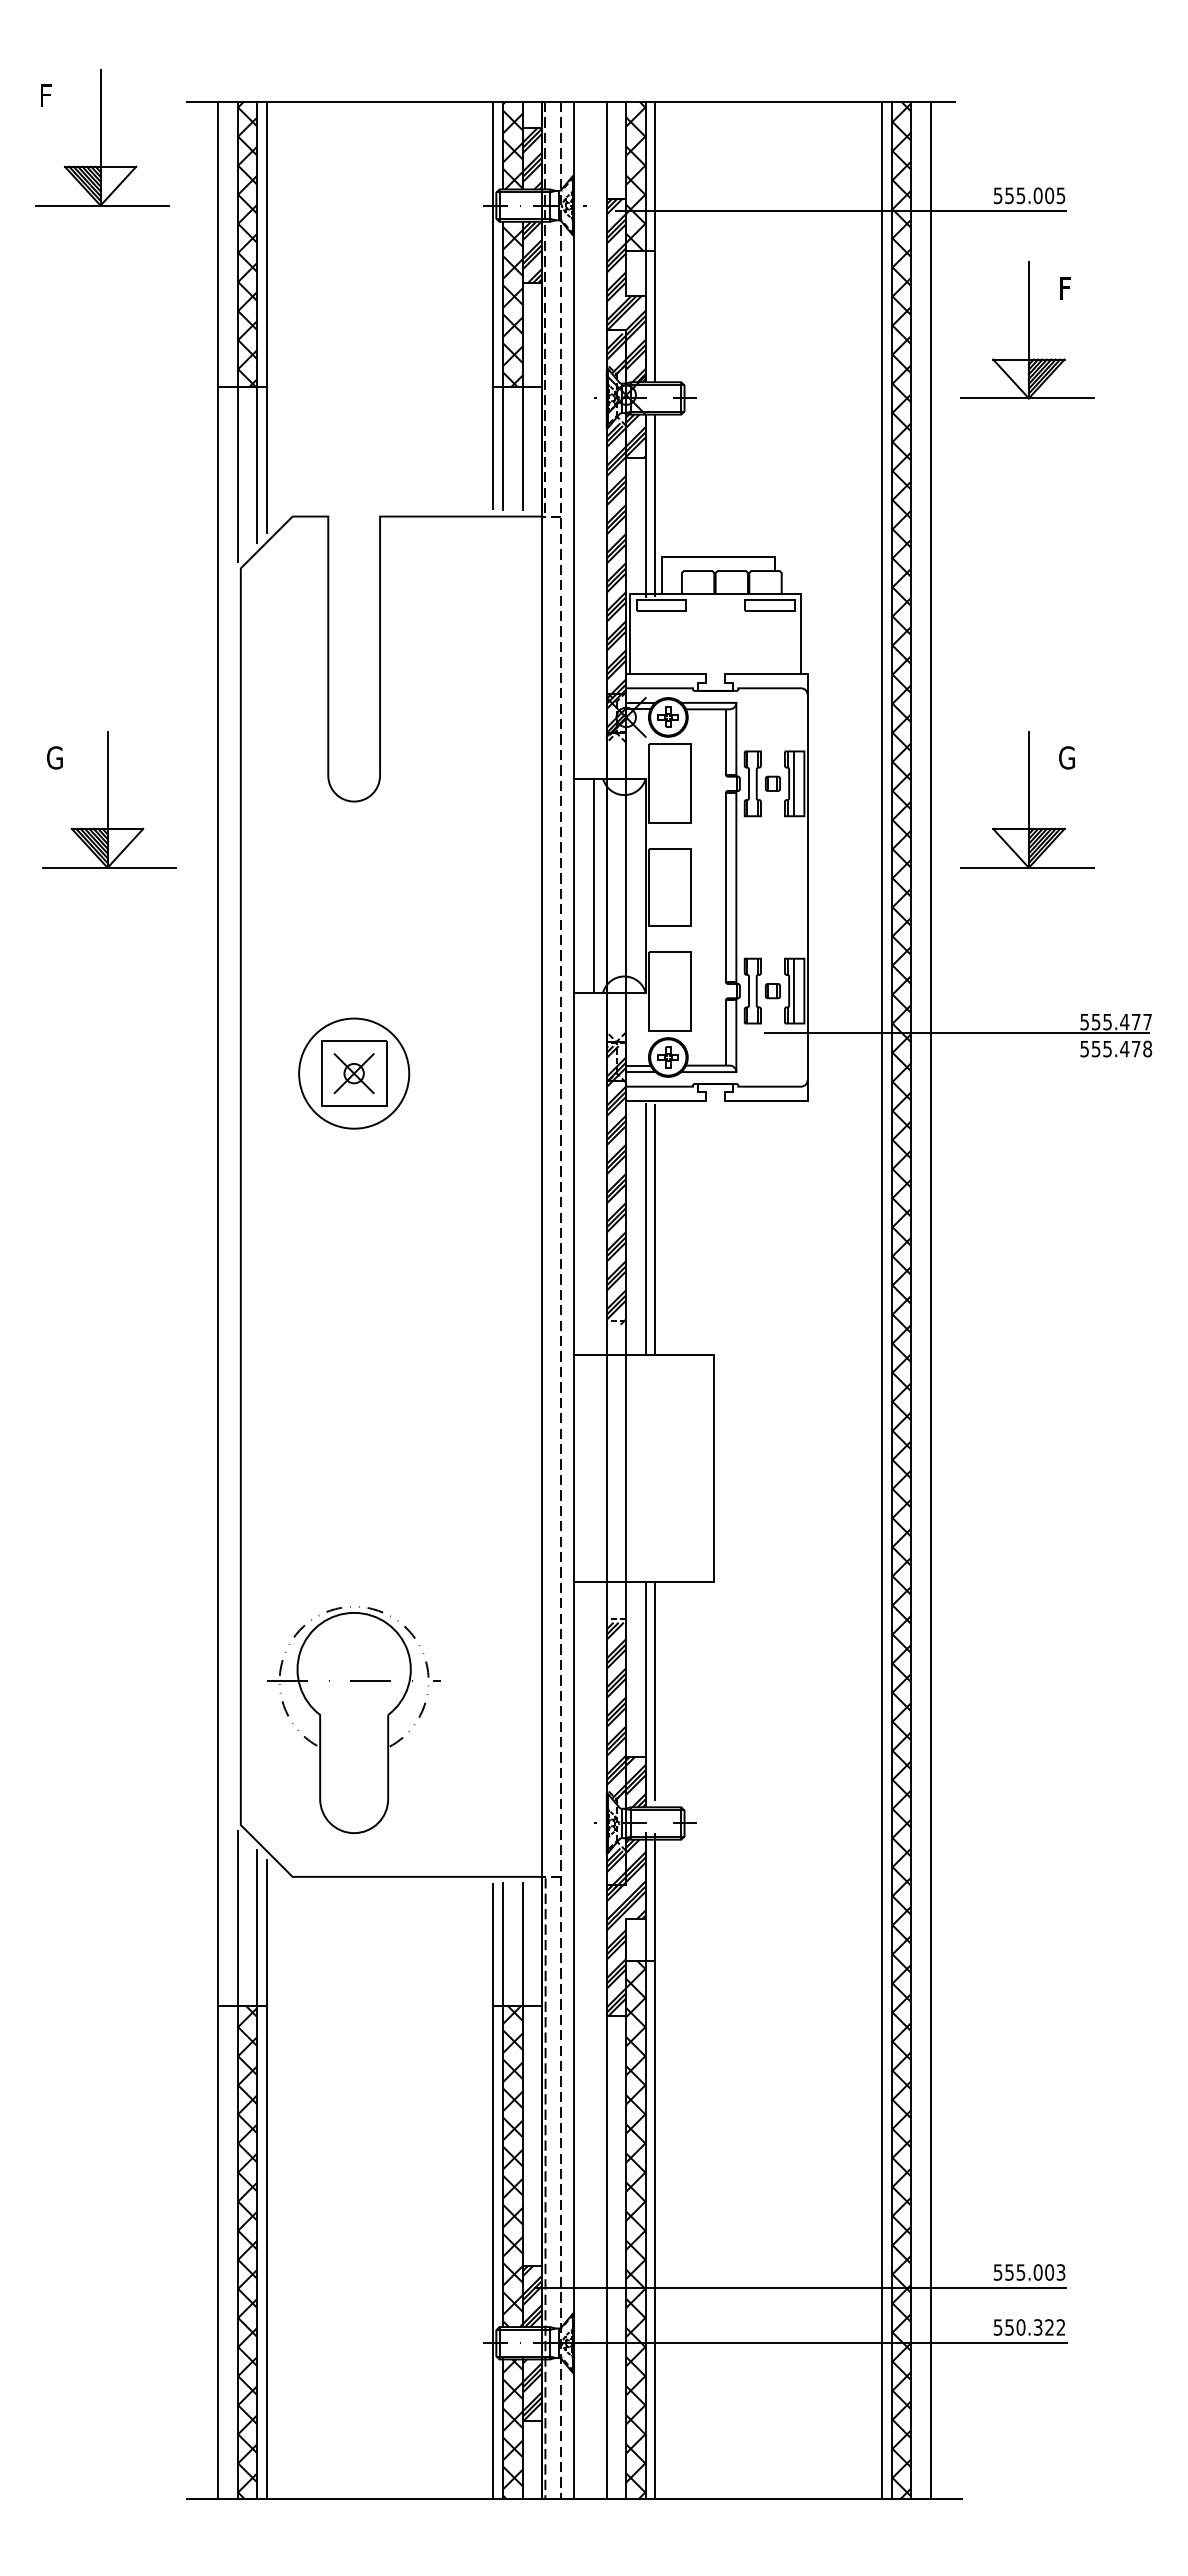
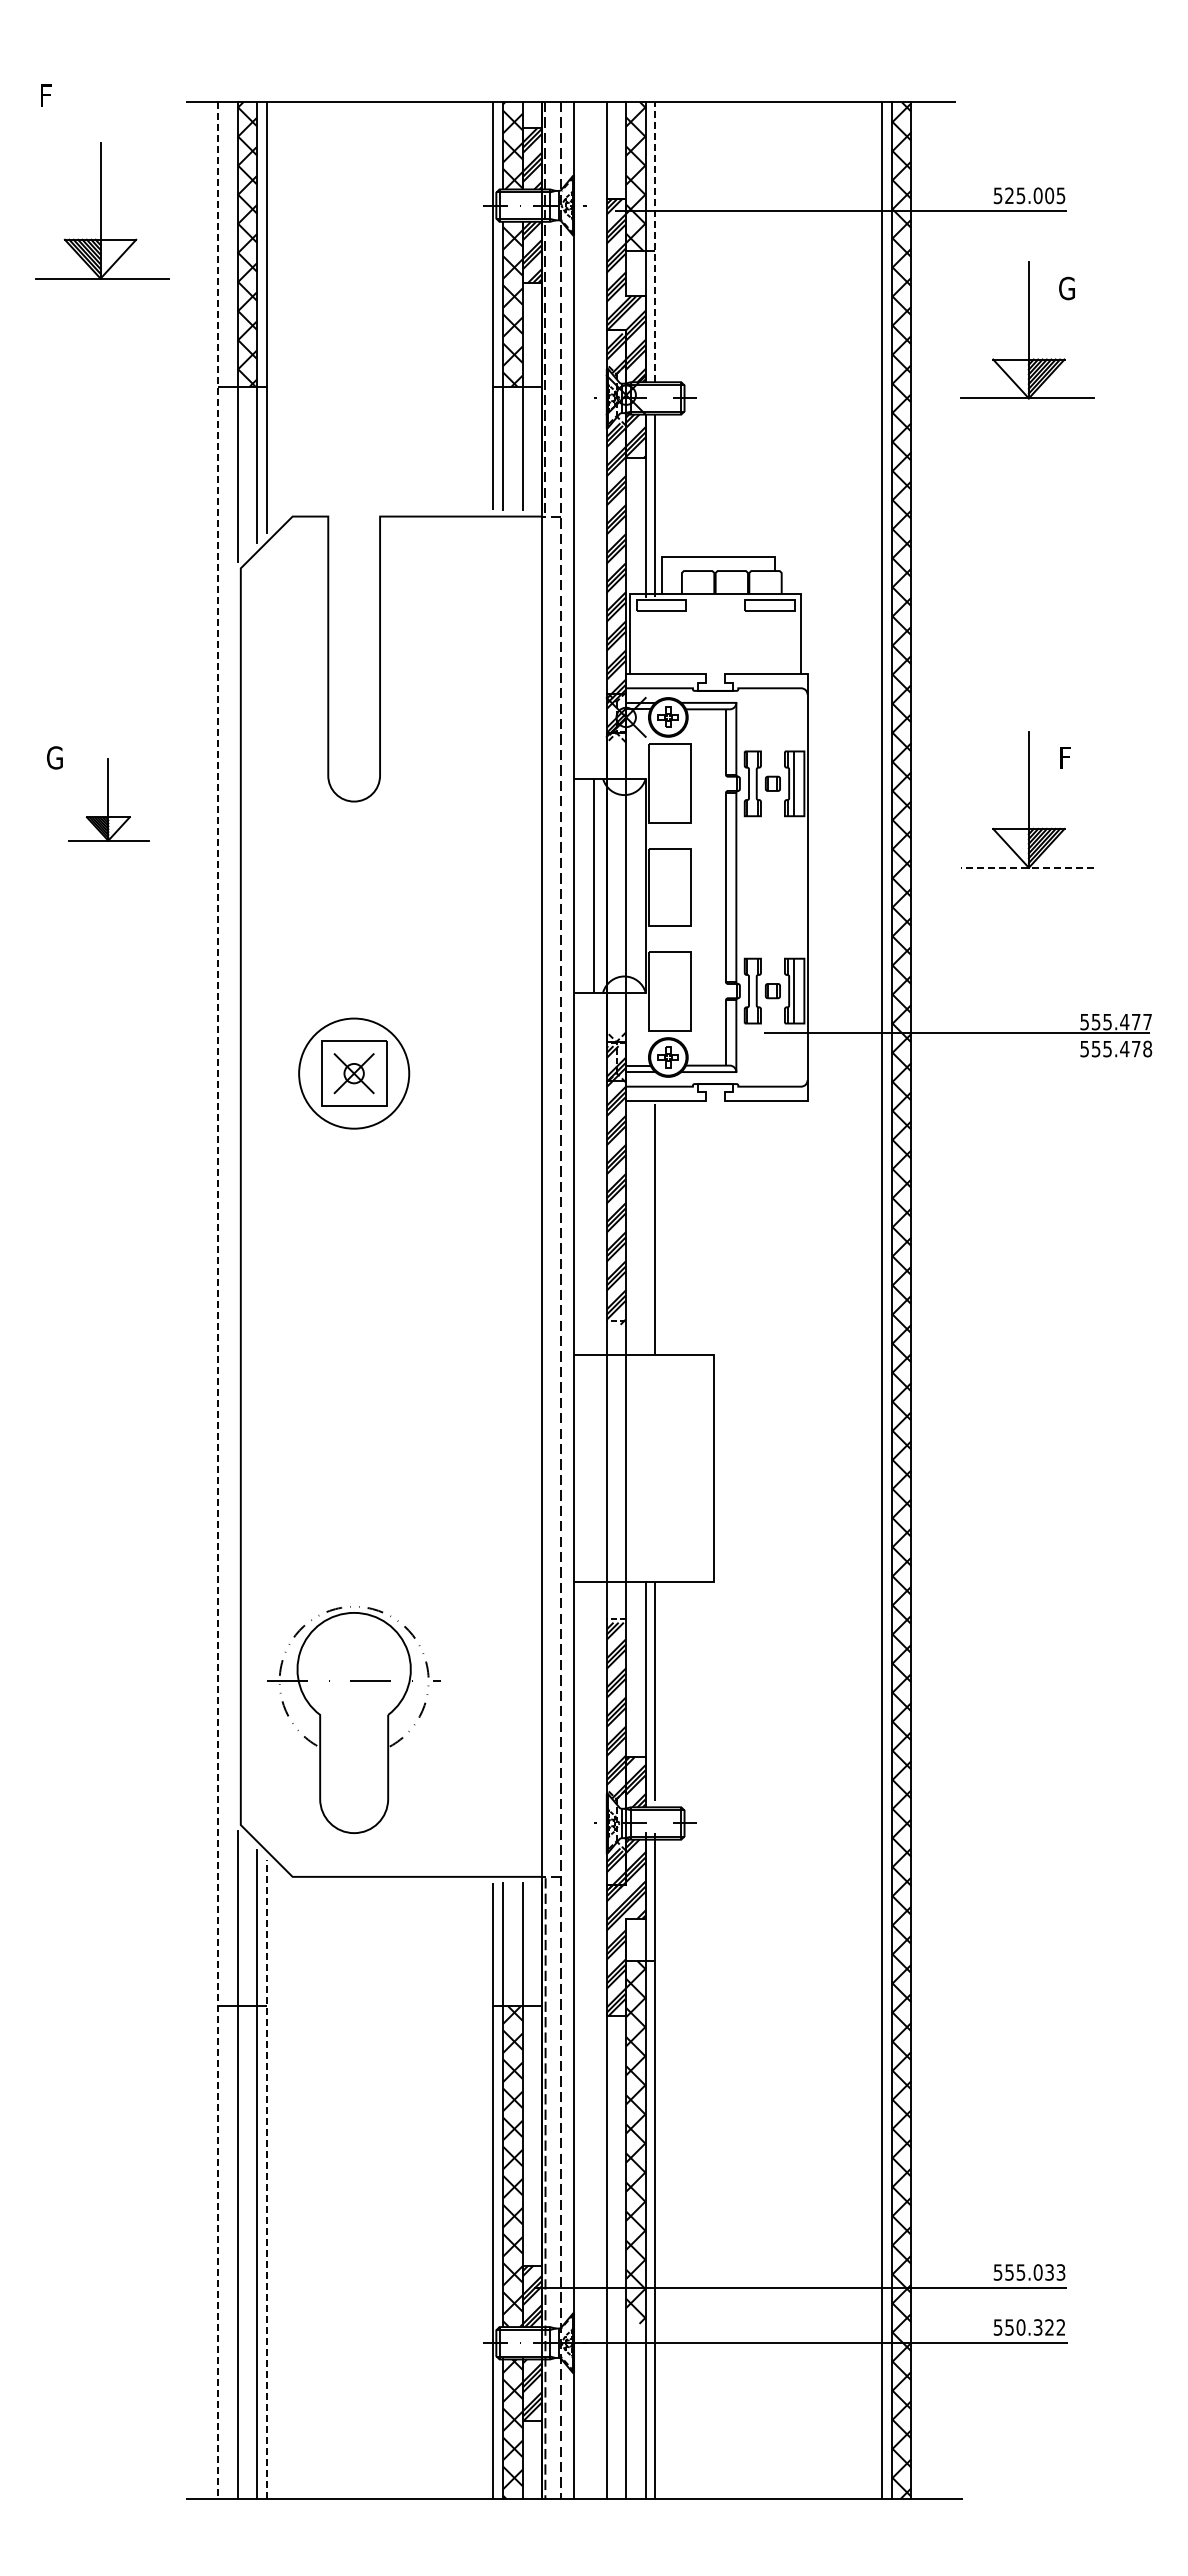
part at (102, 137) position: (102, 137) -> (102, 210)
text at (1009, 195): 555.005 -> 525.005
line at (655, 241): solid -> dashed
text at (1066, 288): F -> G
text at (1066, 757): G -> F
part at (109, 799) size: 135x138 px -> 82x84 px
line at (1027, 867): solid -> dashed
line at (645, 1229): present -> none
line at (218, 1300): solid -> dashed
line at (930, 1300): present -> none
line at (266, 2178): solid -> dashed
hatch at (247, 2252): present -> none
text at (1049, 2272): 555.003 -> 555.033
hatch at (635, 2410): present -> none
